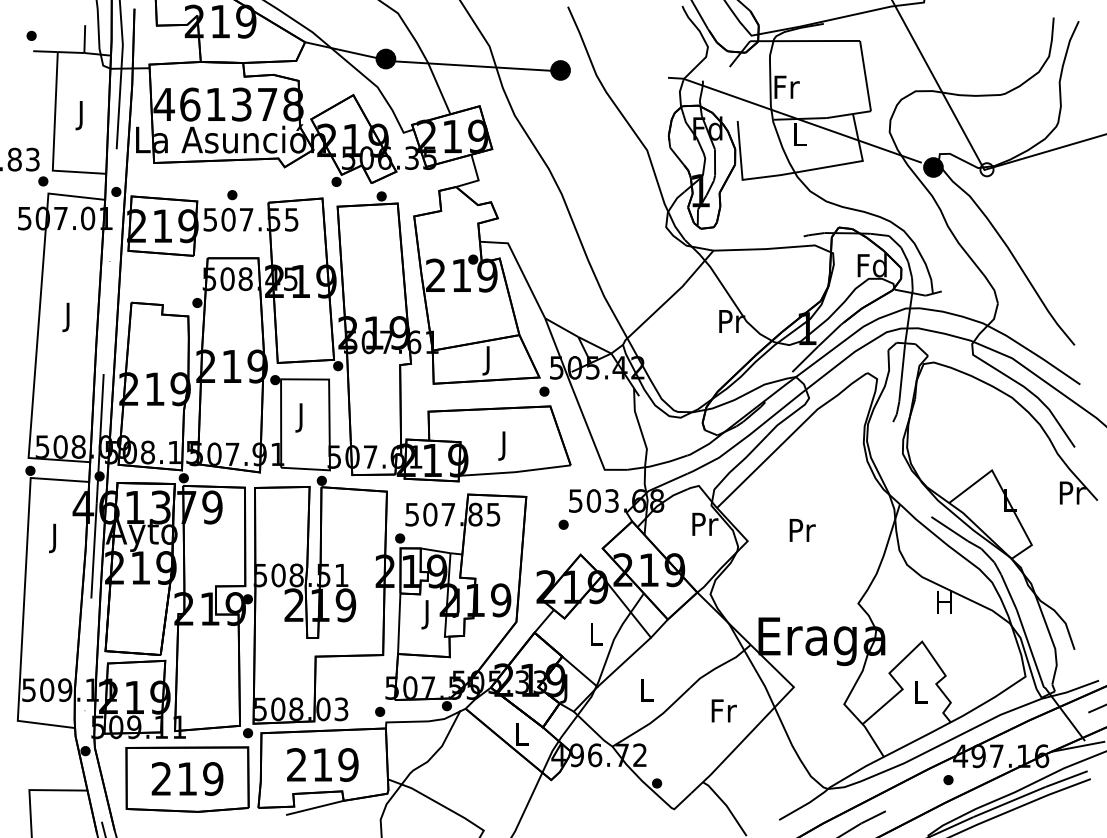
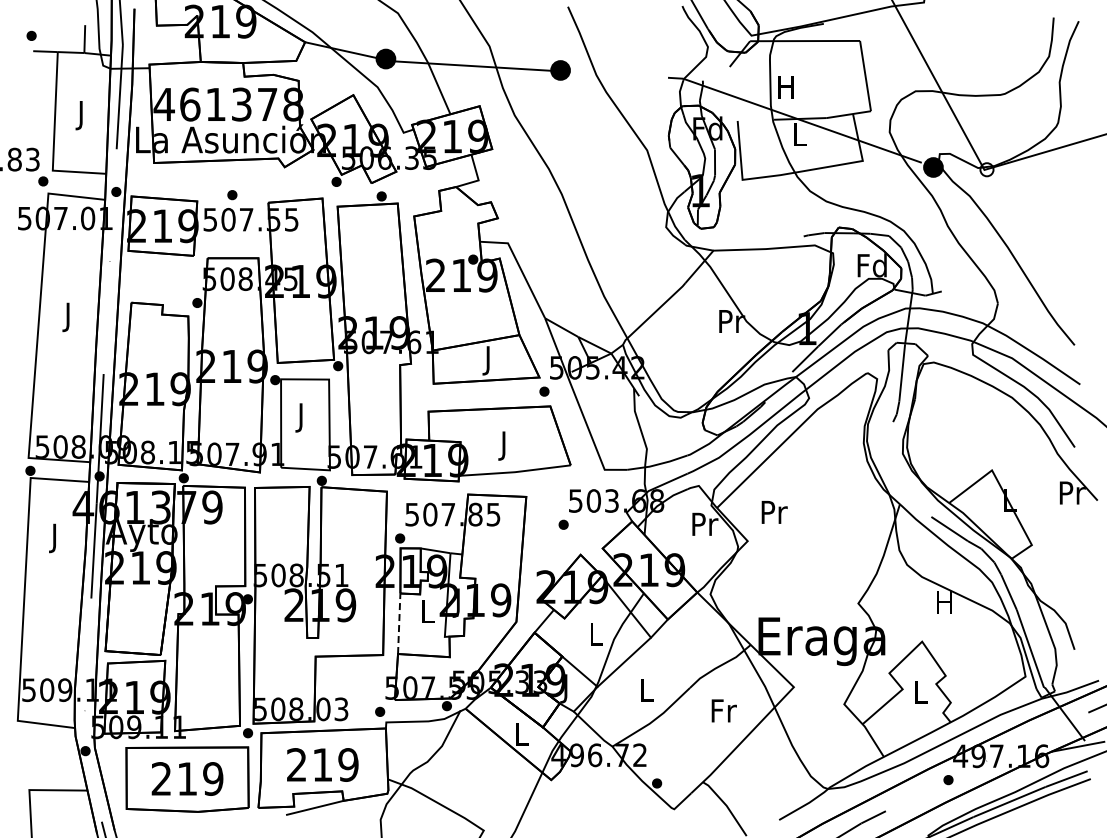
text at (786, 86): Fr -> H
text at (802, 530) position: (802, 530) -> (774, 512)
text at (427, 614): J -> L
line at (399, 623): solid -> dashed
